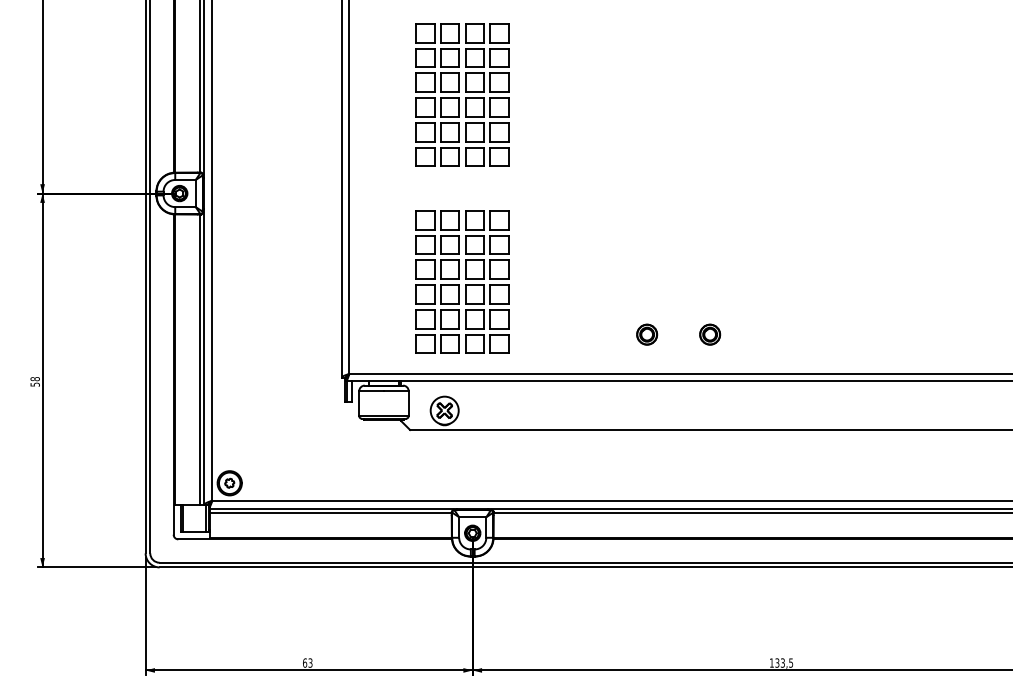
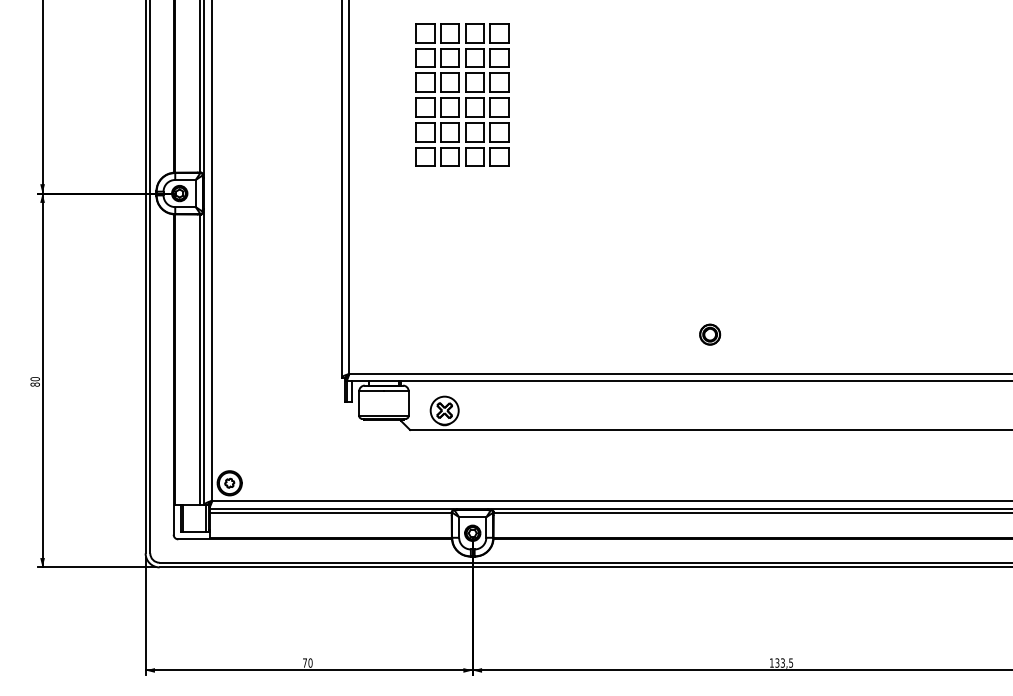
part at (462, 281): present -> none
part at (647, 334): present -> none
text at (34, 381): 58 -> 80
text at (307, 662): 63 -> 70
